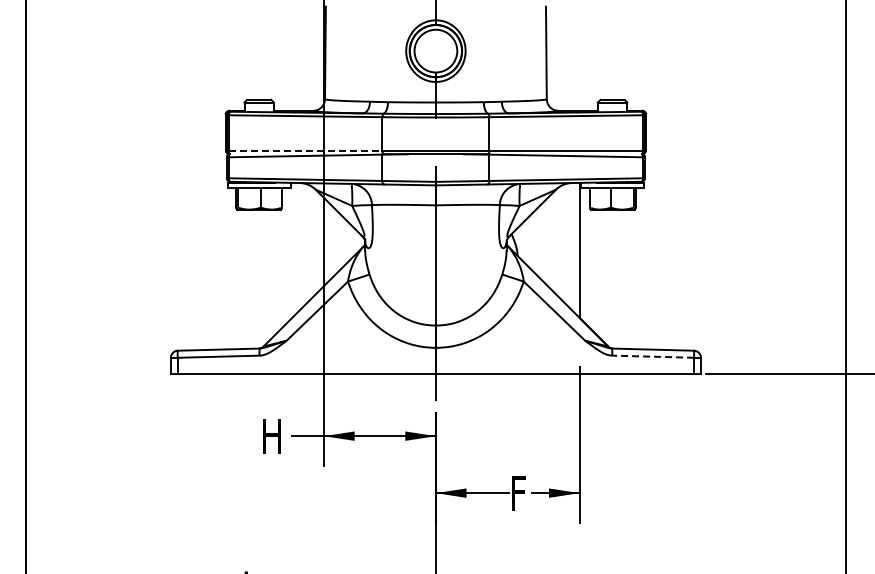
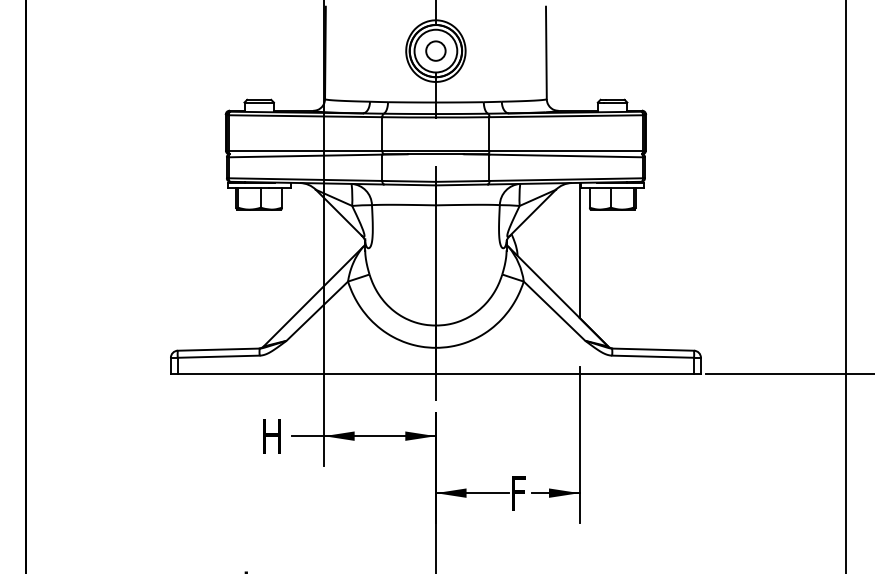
circle at (435, 50): none -> present
line at (305, 150): dashed -> solid
line at (653, 356): dashed -> solid
